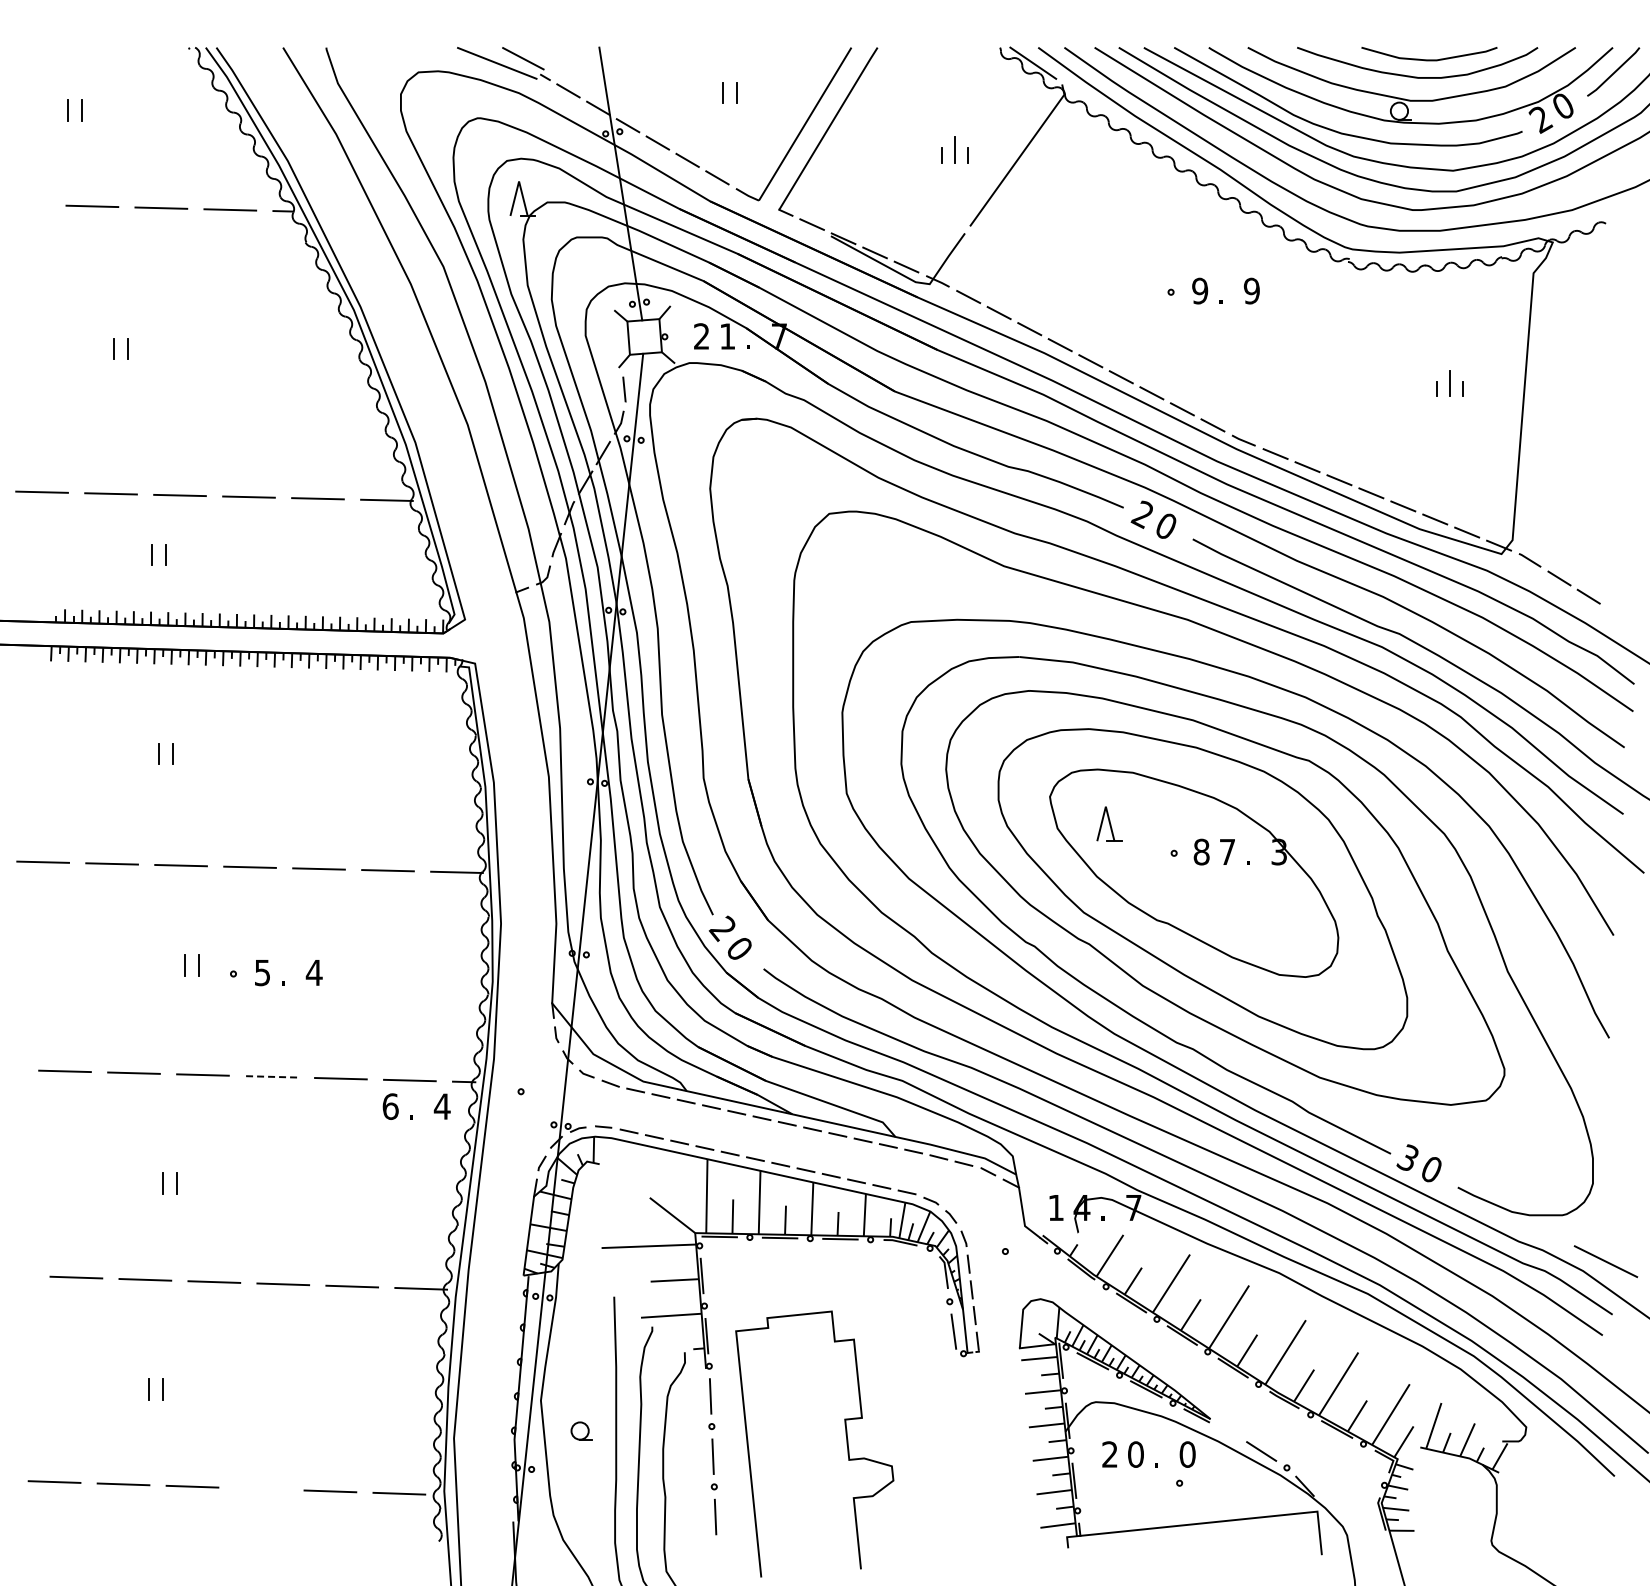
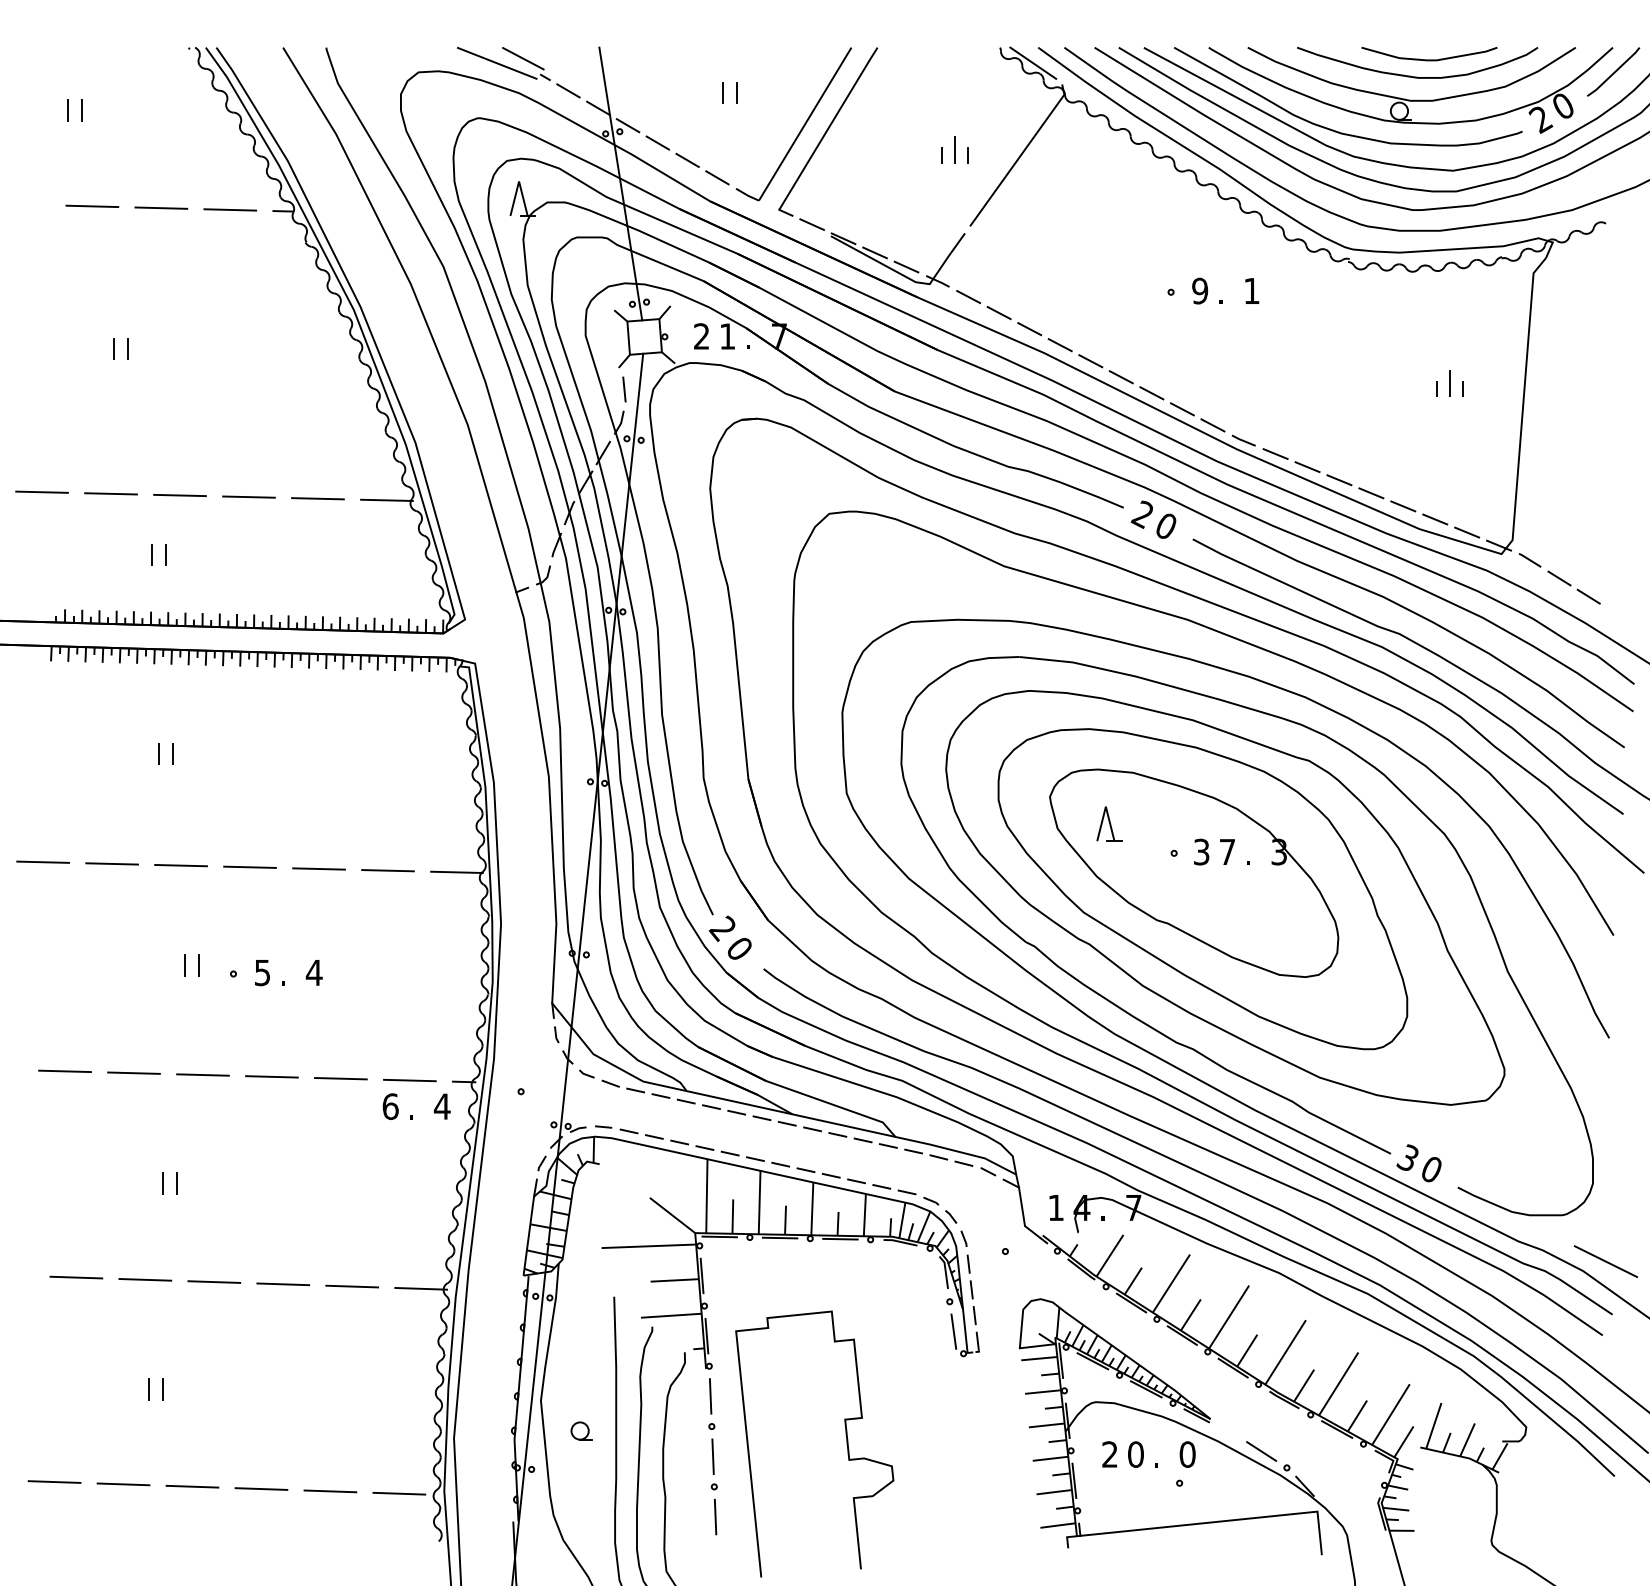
text at (1251, 290): 9 -> 1
text at (1201, 851): 8 -> 3
line at (271, 1076): dashed -> solid
line at (261, 1488): none -> present
